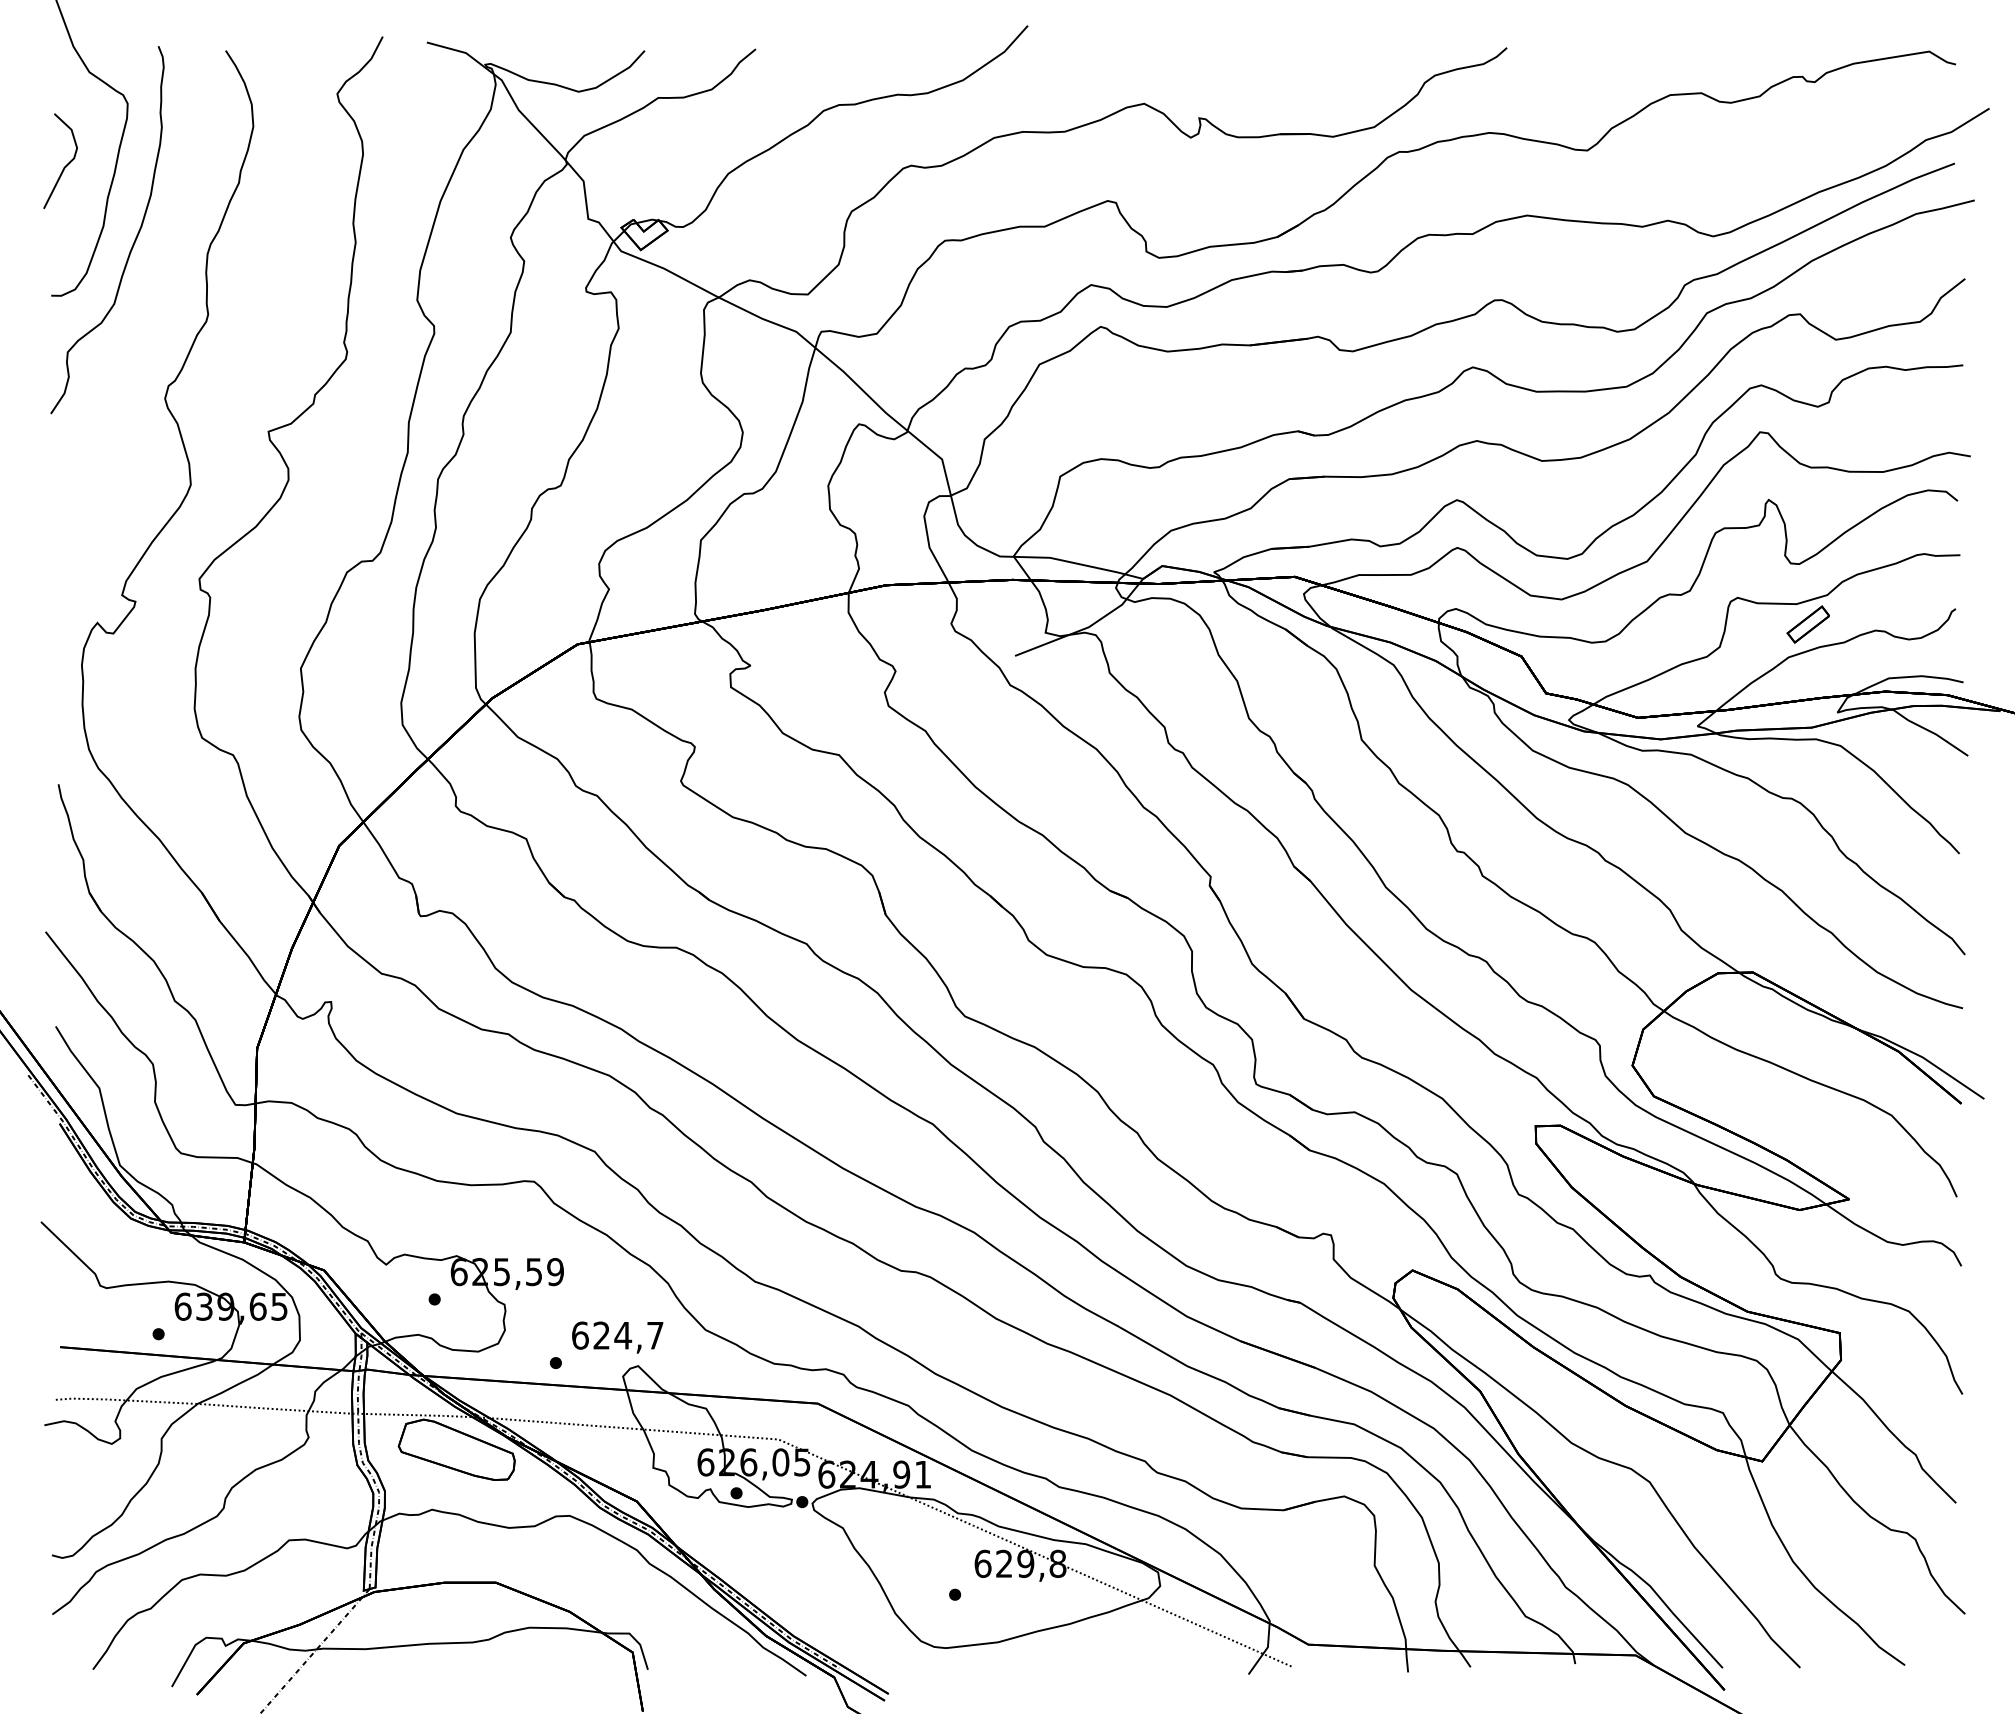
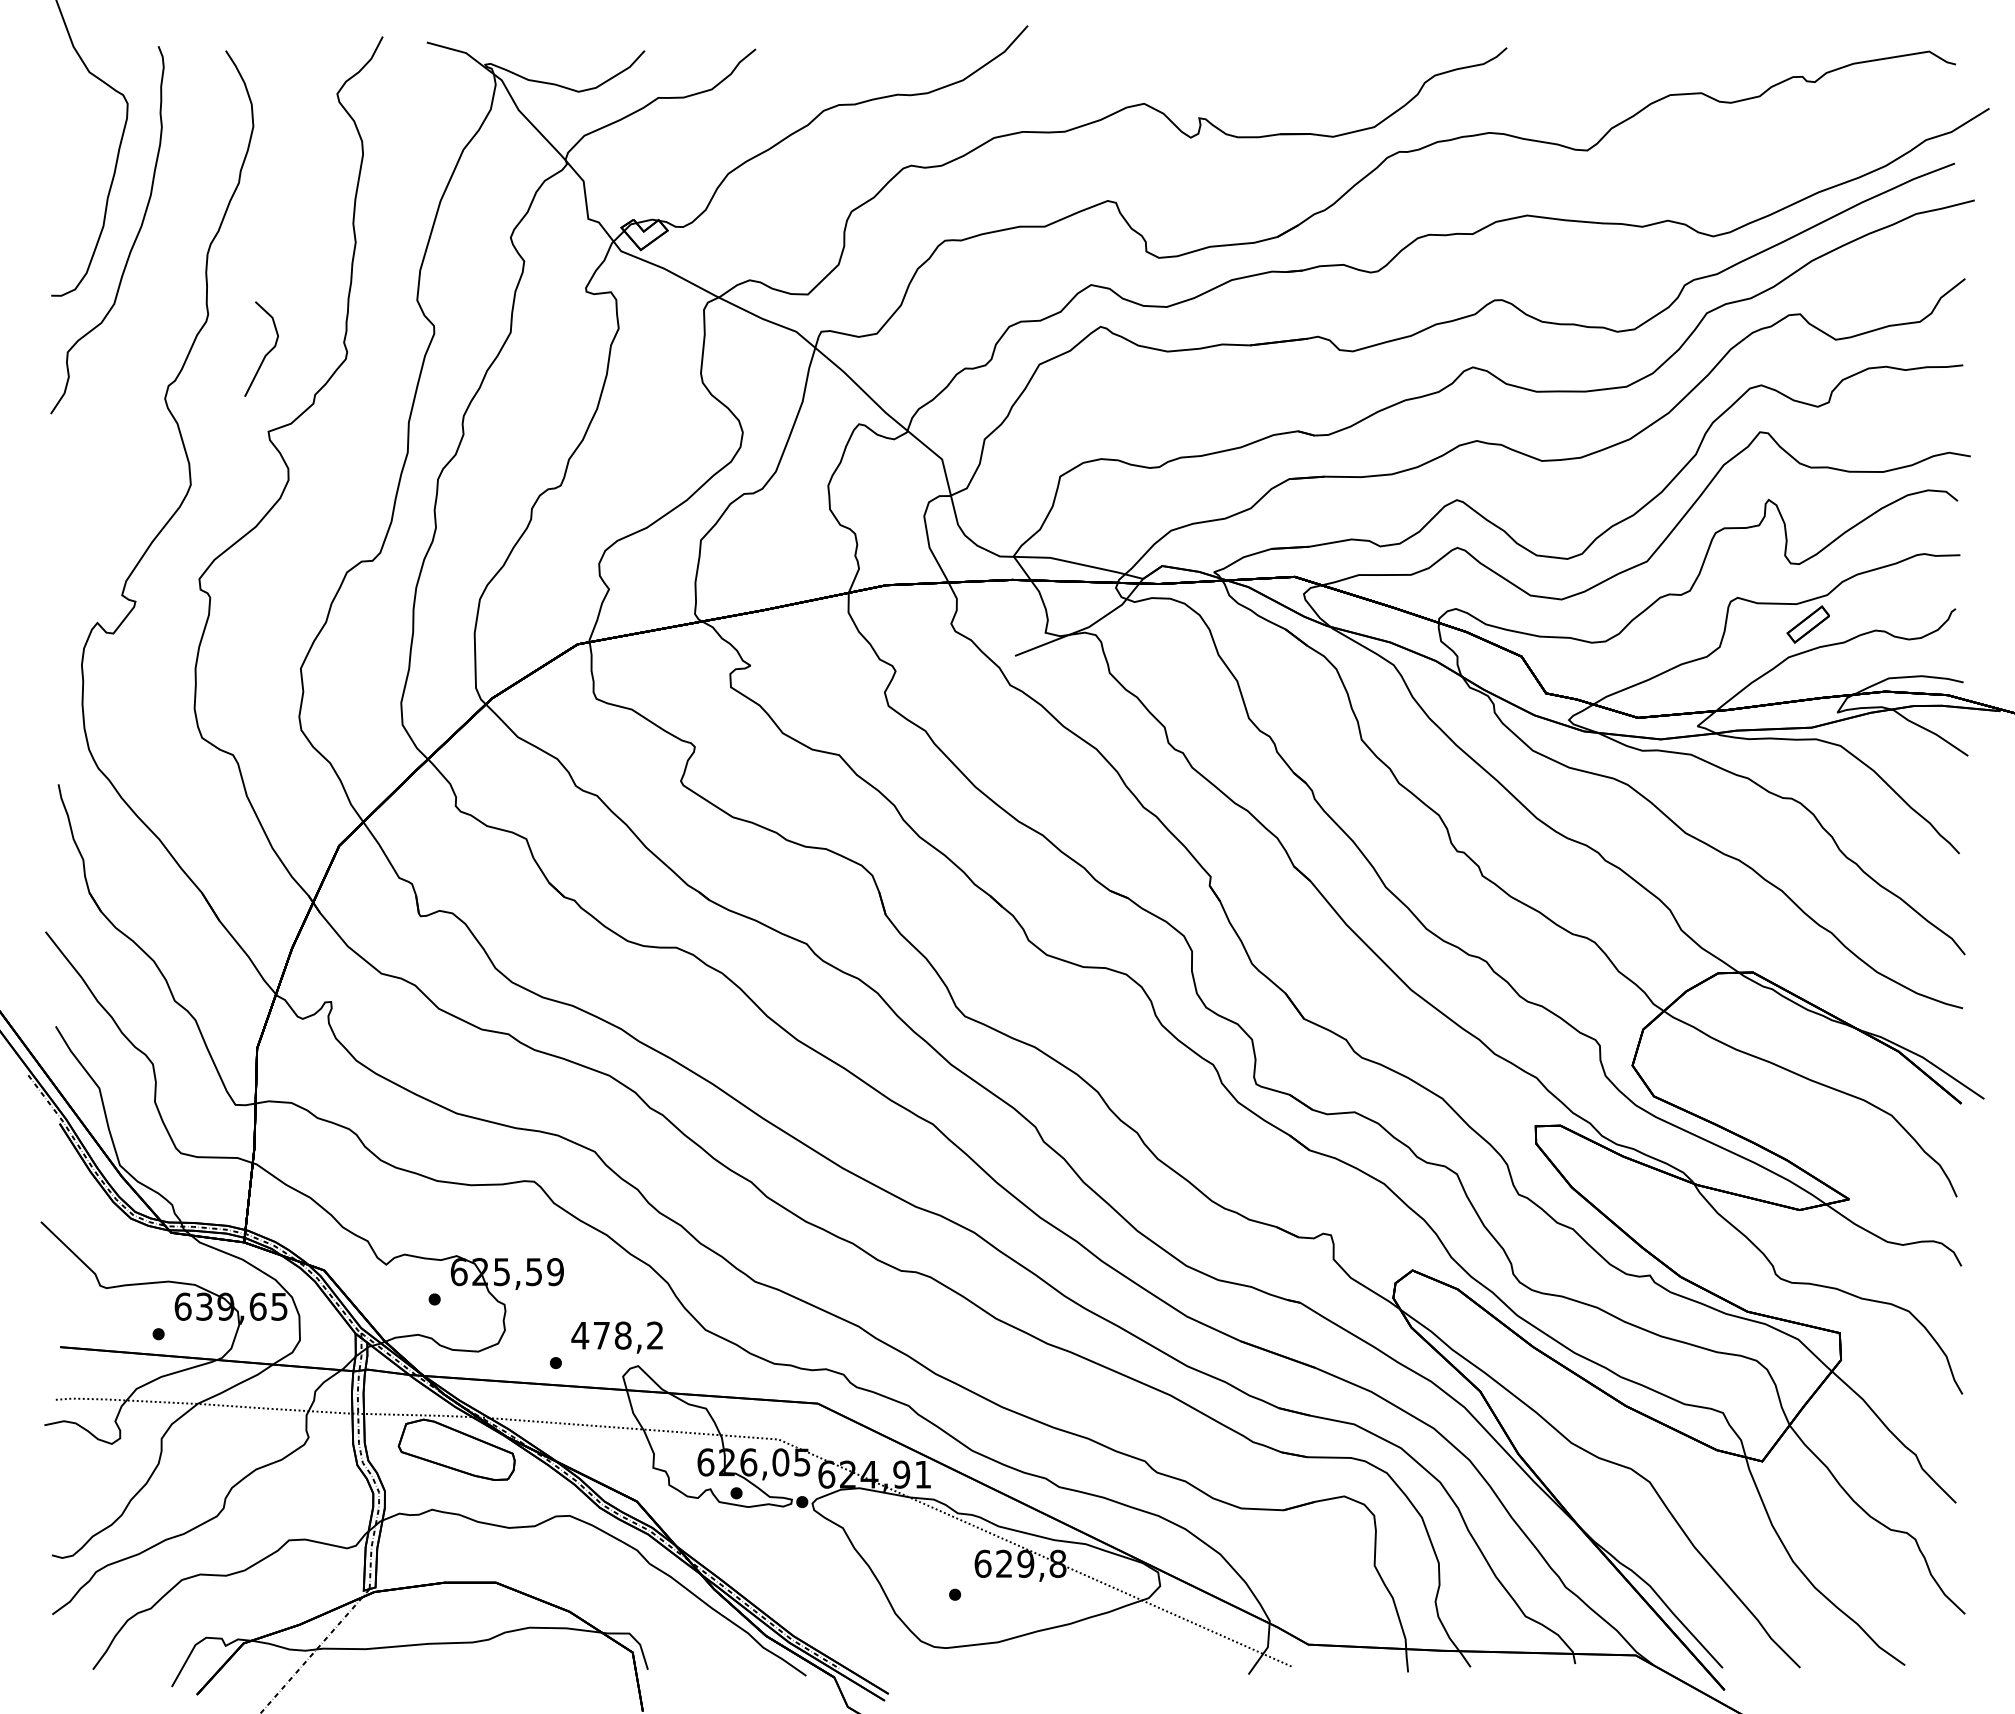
curve at (65, 165) position: (65, 165) -> (266, 353)
text at (617, 1335): 624,7 -> 478,2
